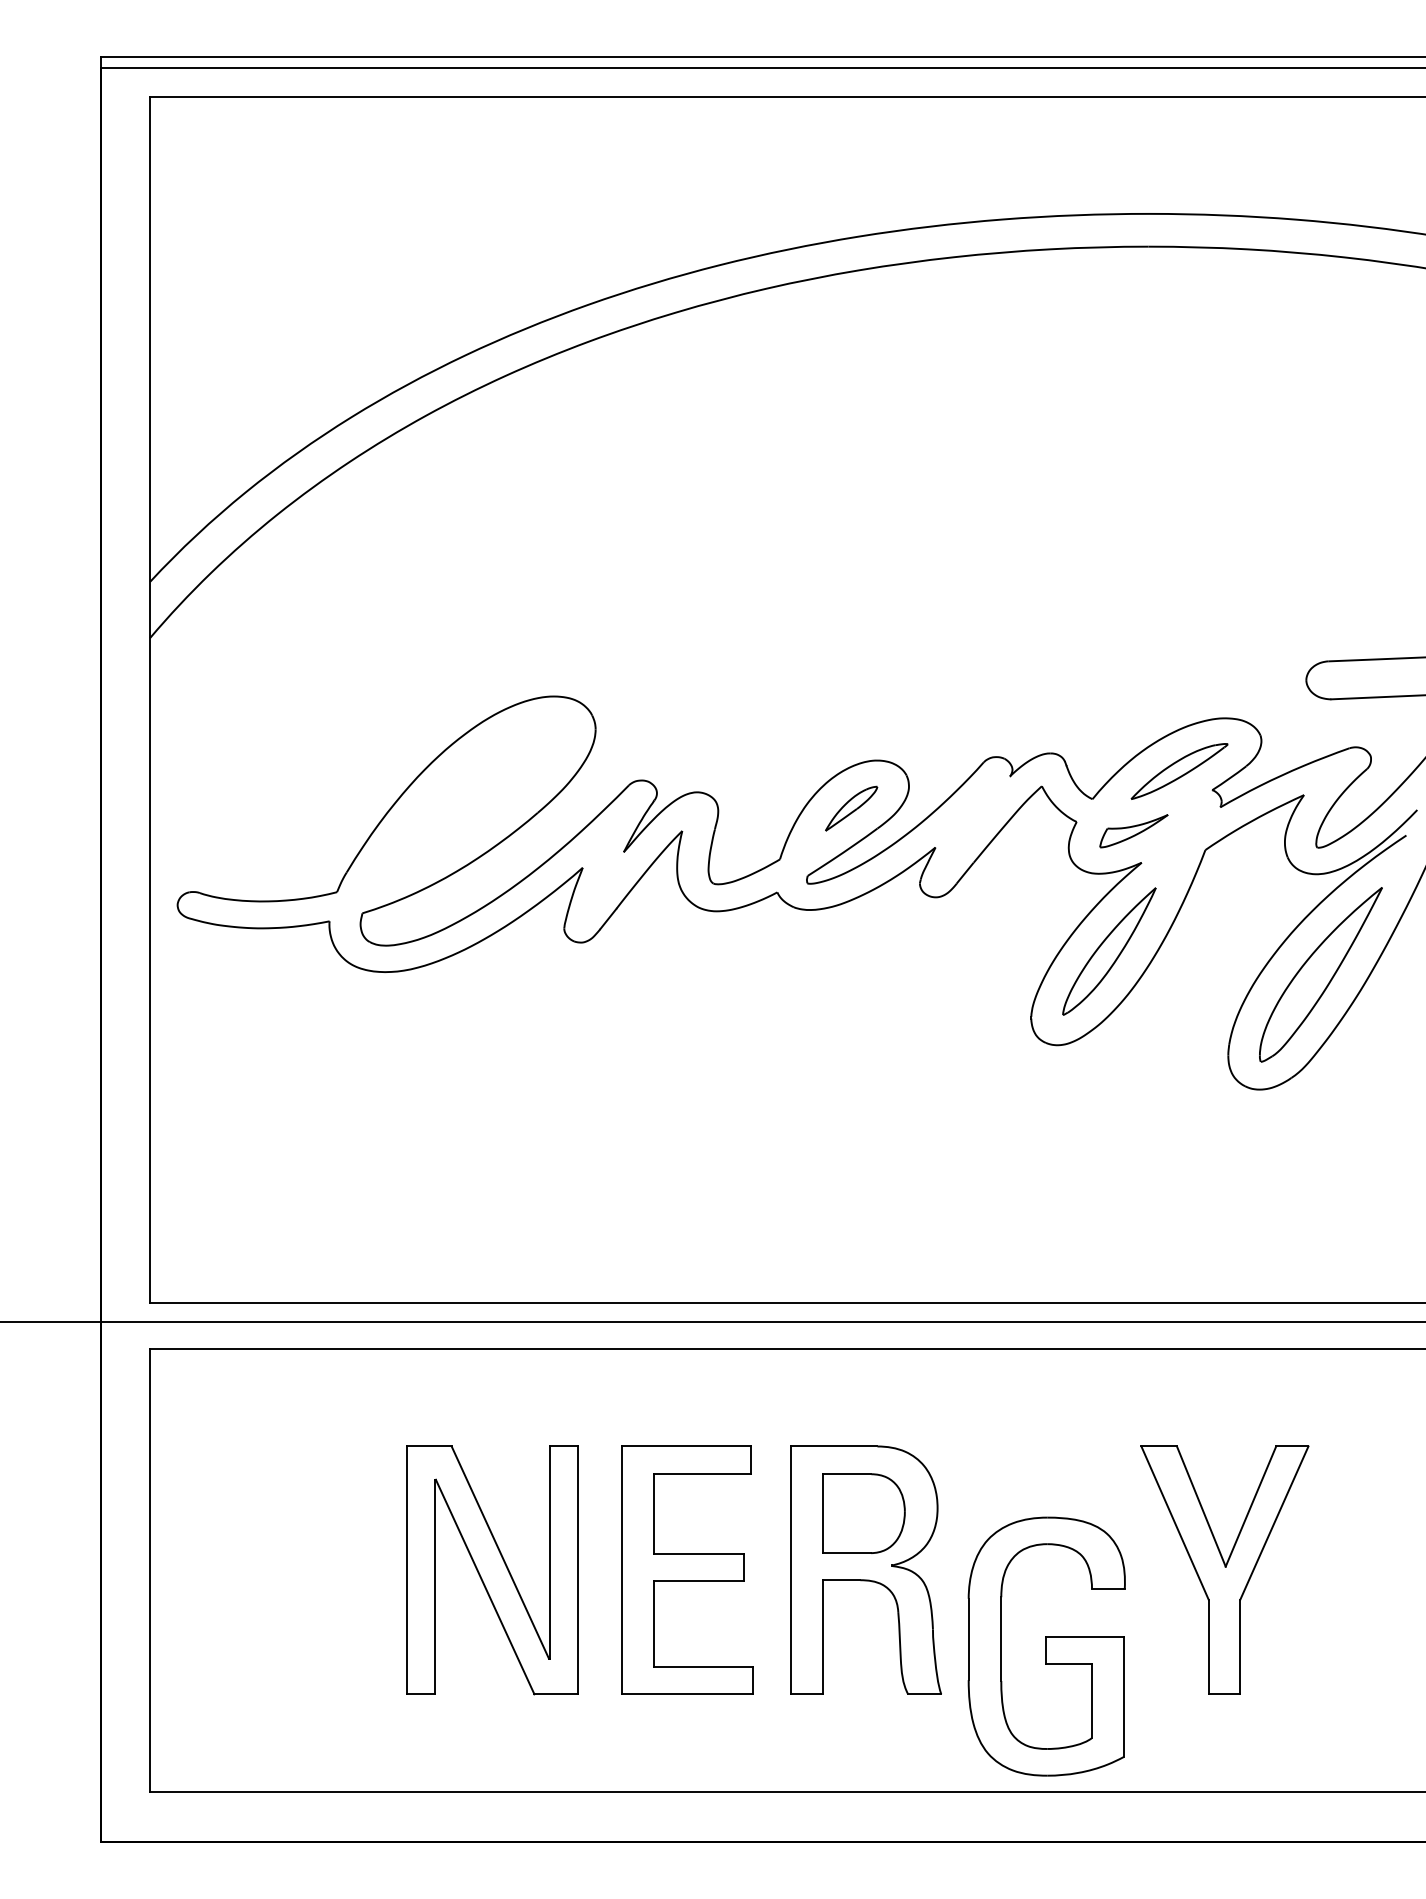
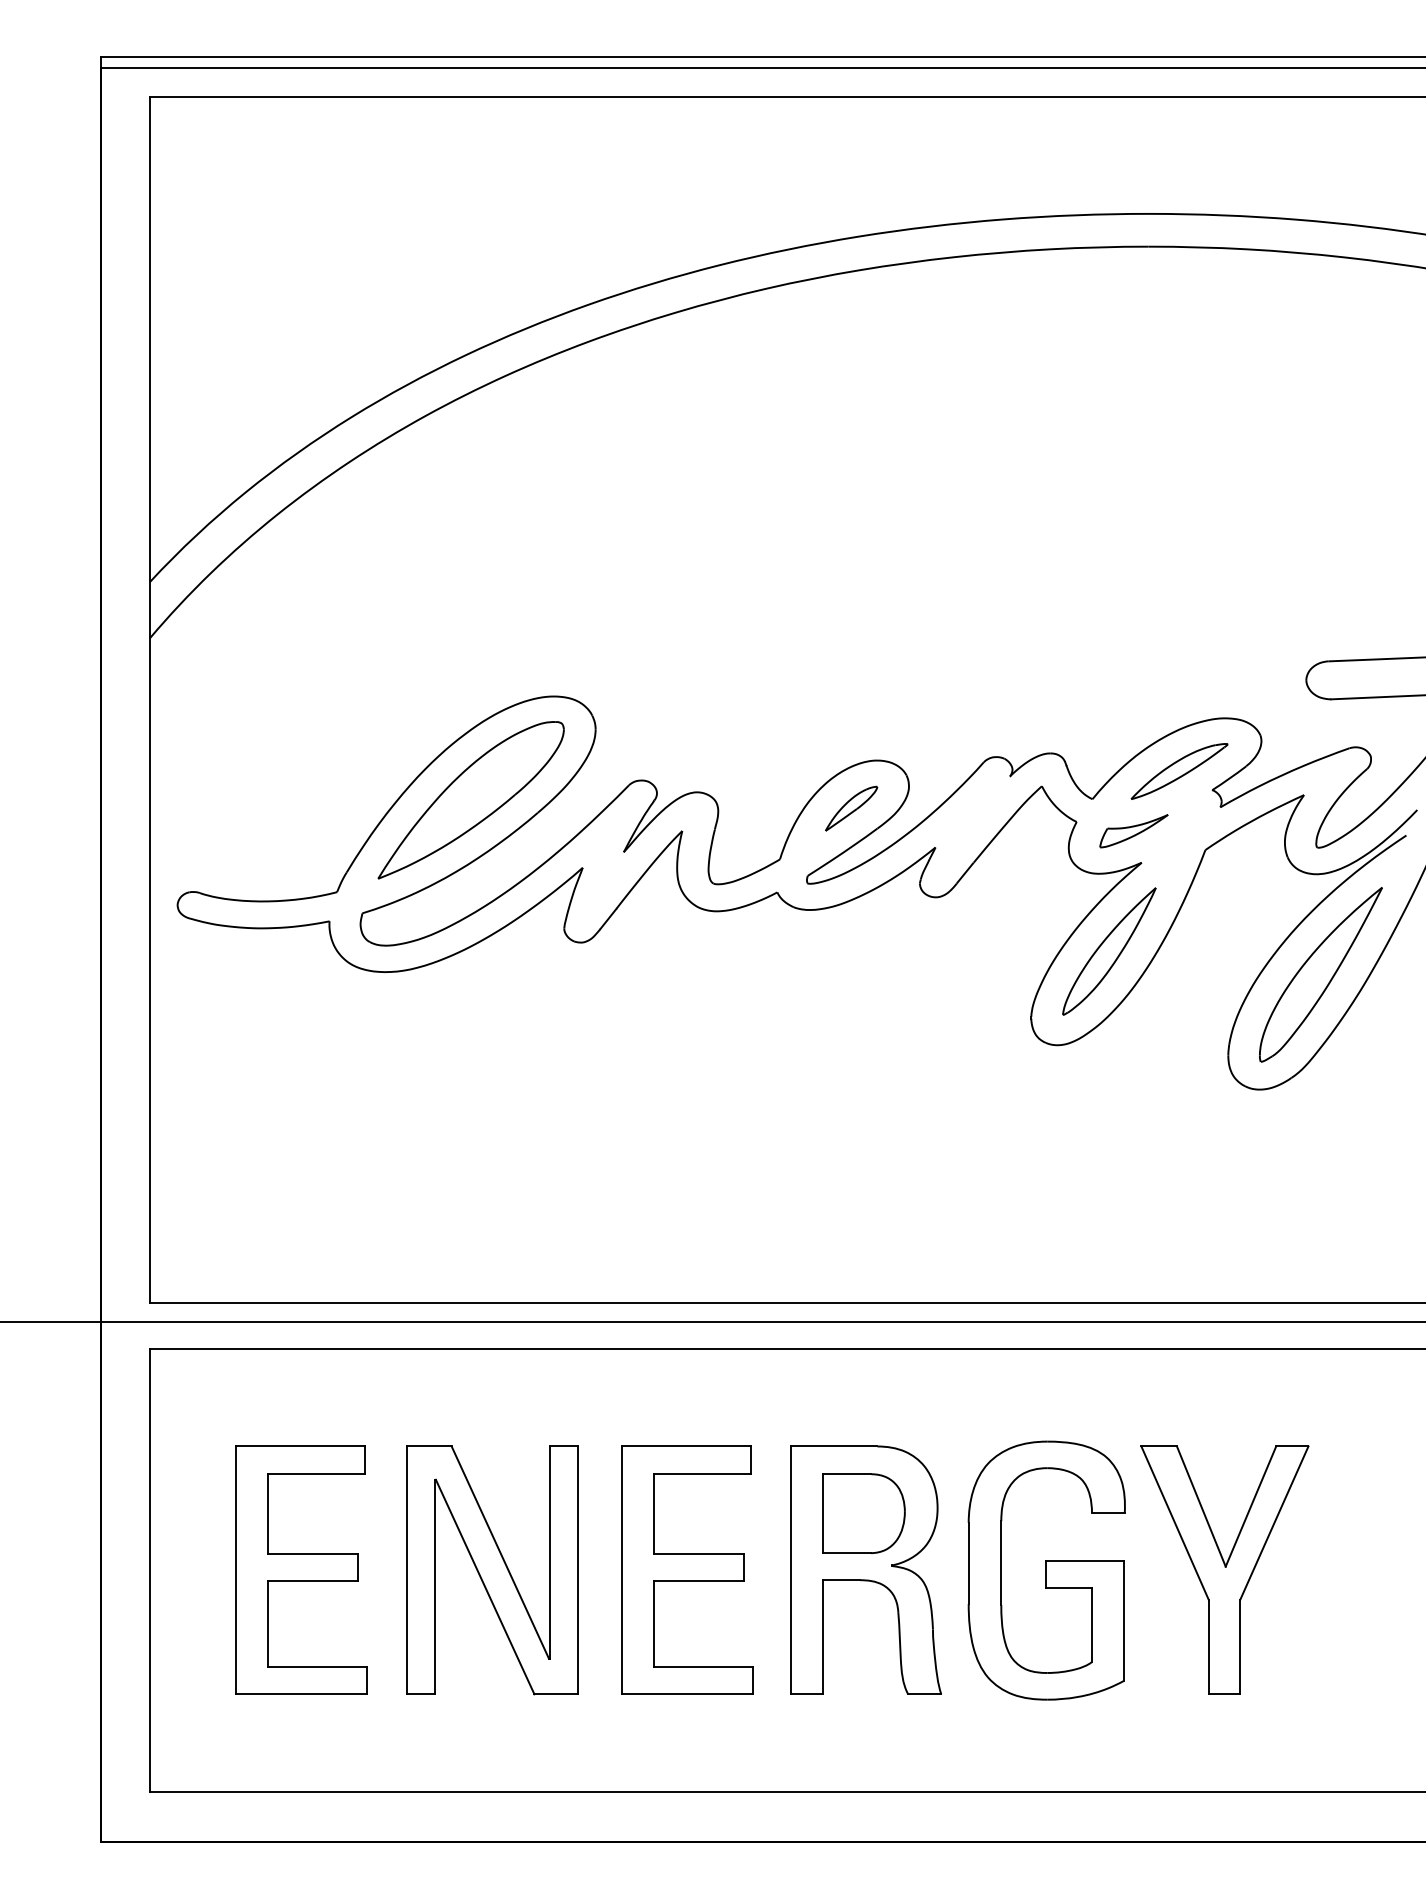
part at (470, 800): none -> present
part at (301, 1569): none -> present
part at (1046, 1646) position: (1046, 1646) -> (1046, 1570)
